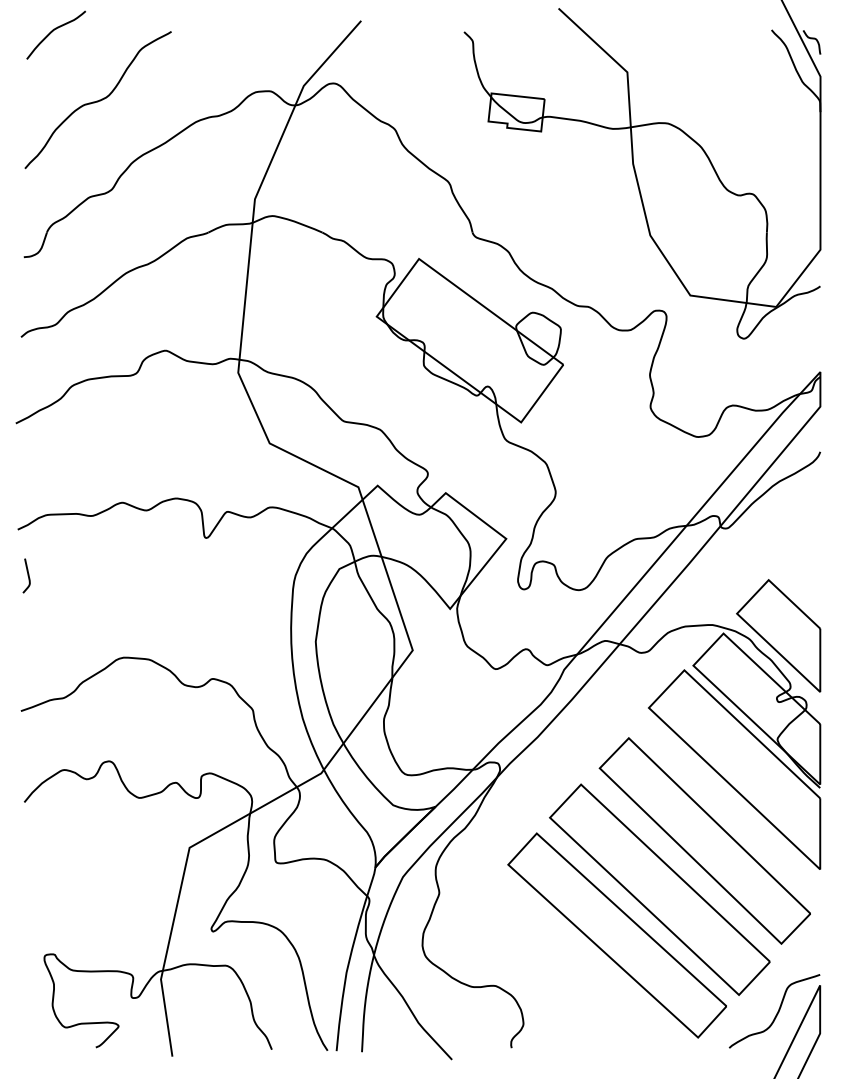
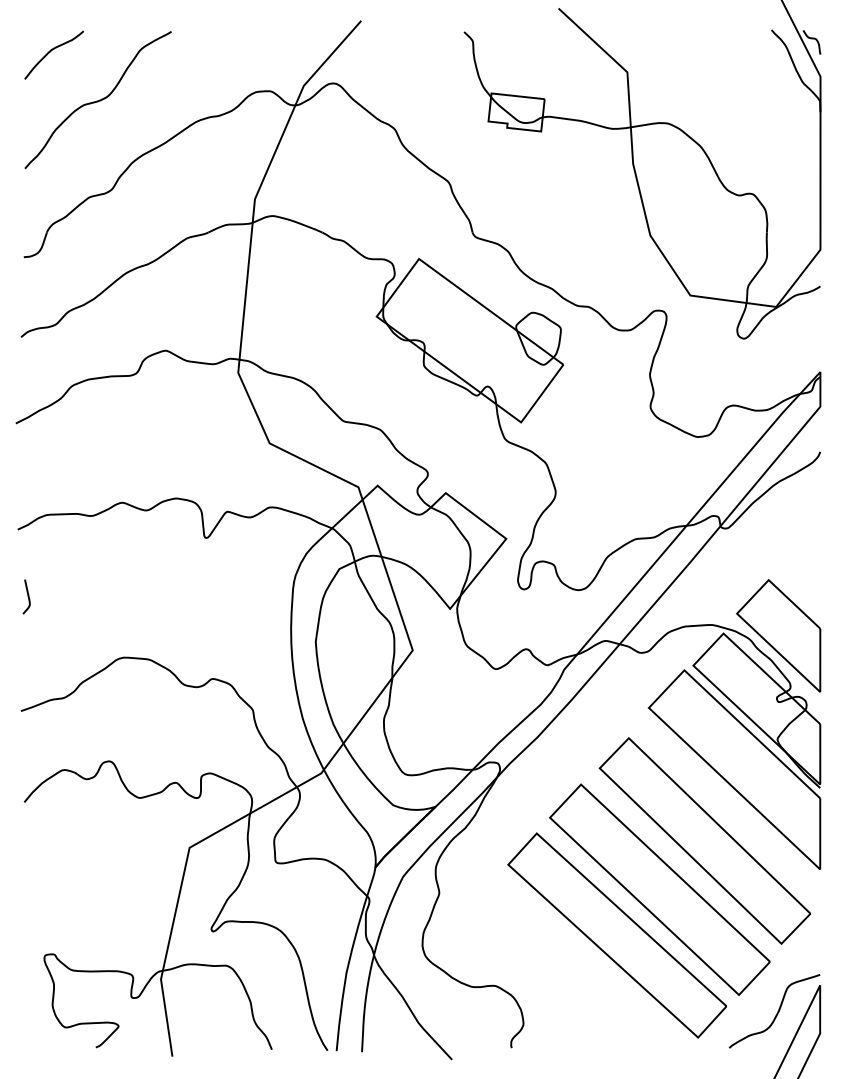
curve at (53, 31) position: (53, 31) -> (51, 51)
curve at (27, 575) position: (27, 575) -> (27, 596)
